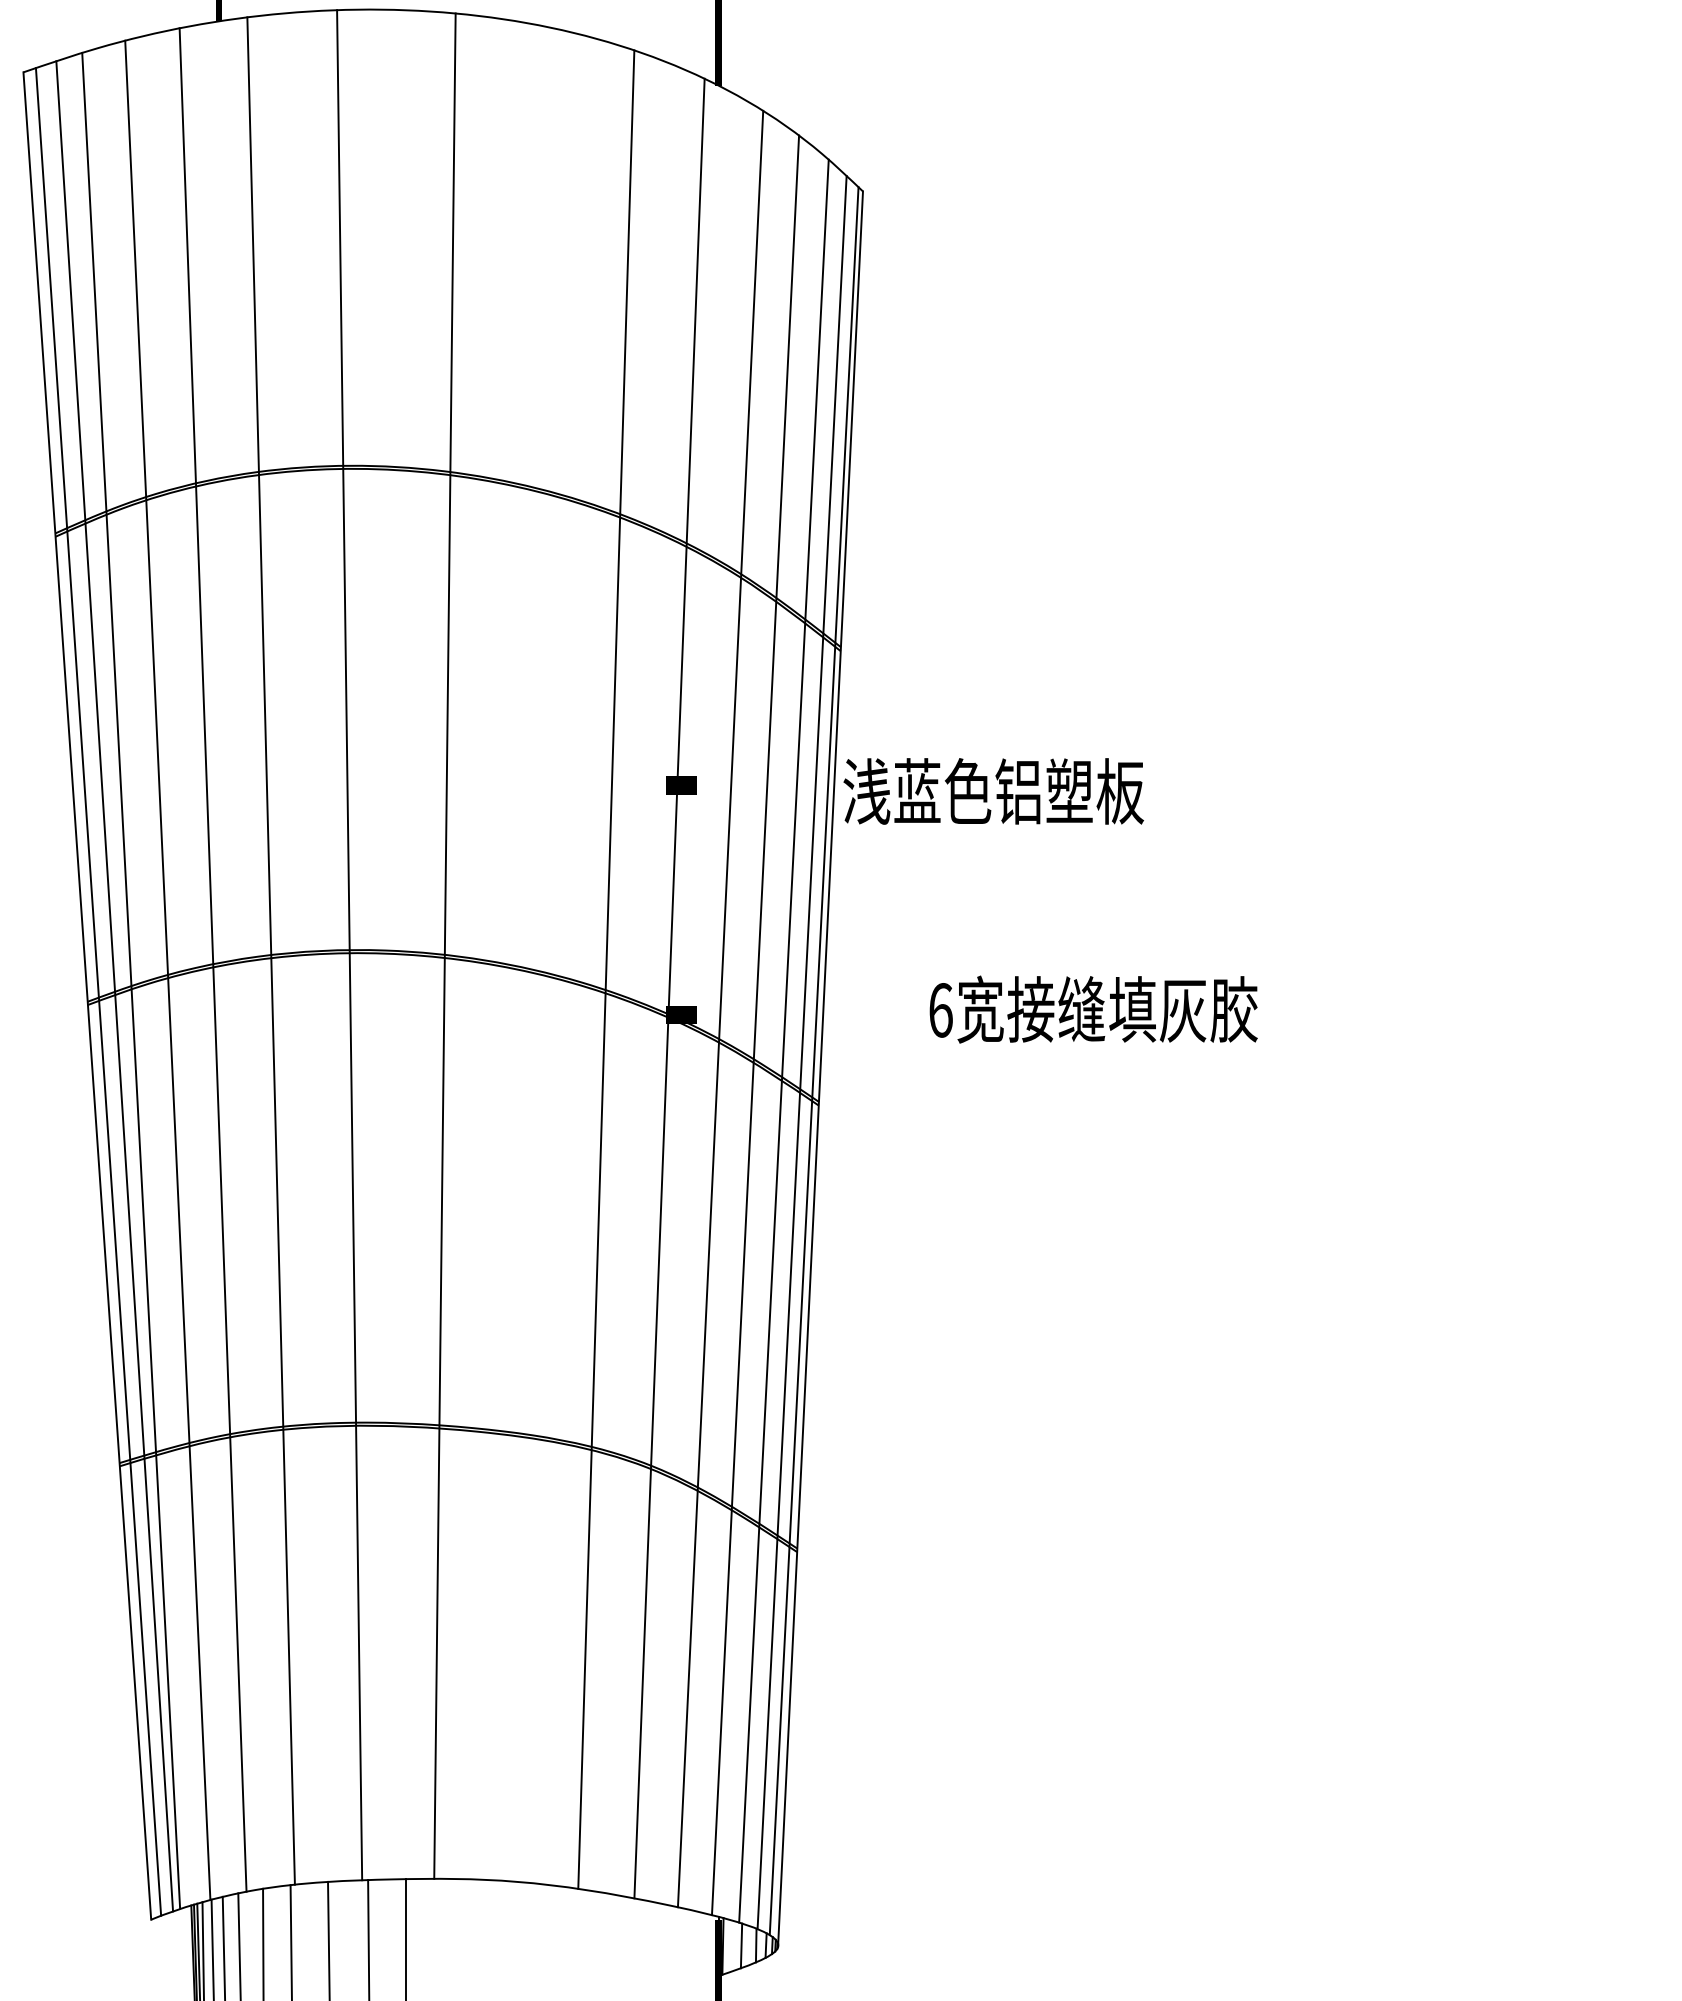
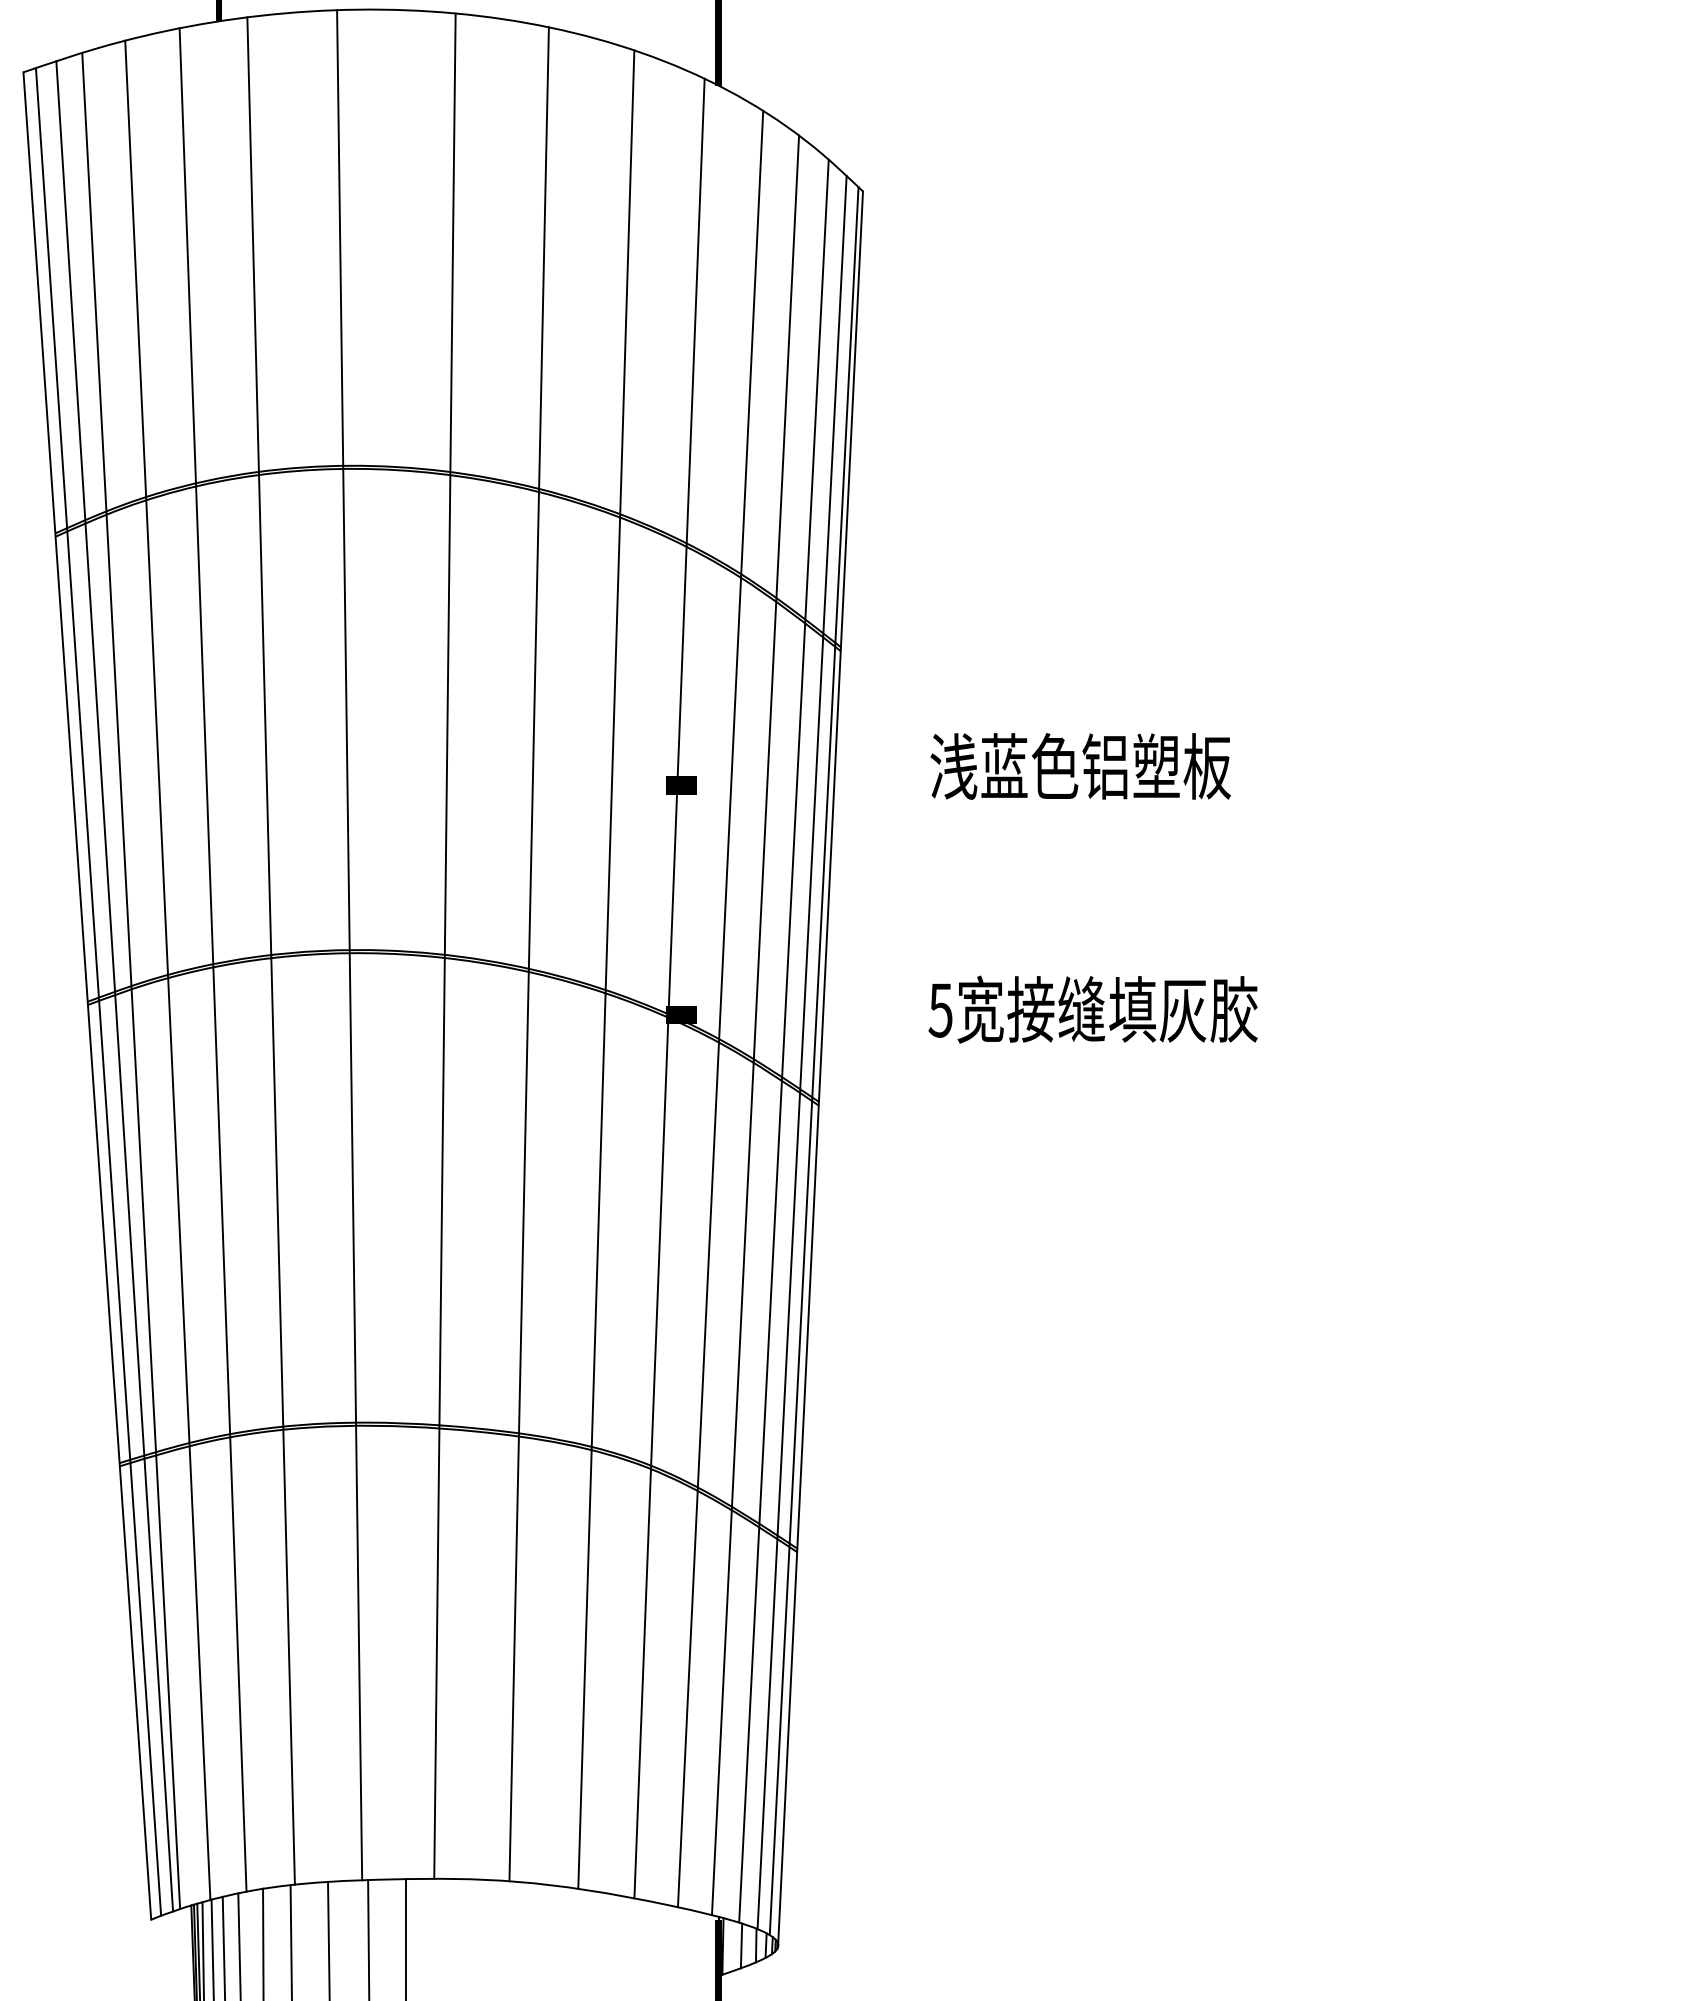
text at (993, 791) position: (993, 791) -> (1080, 766)
line at (528, 954): none -> present
text at (940, 1010): 6 -> 5
